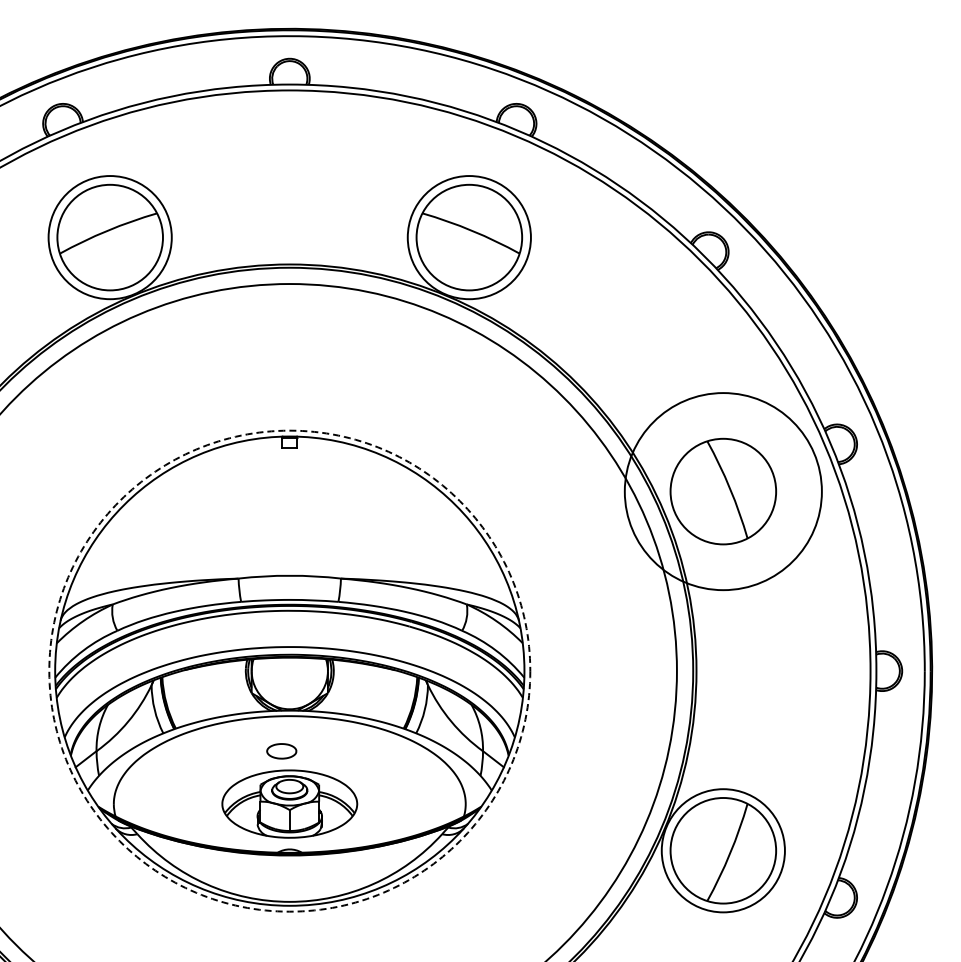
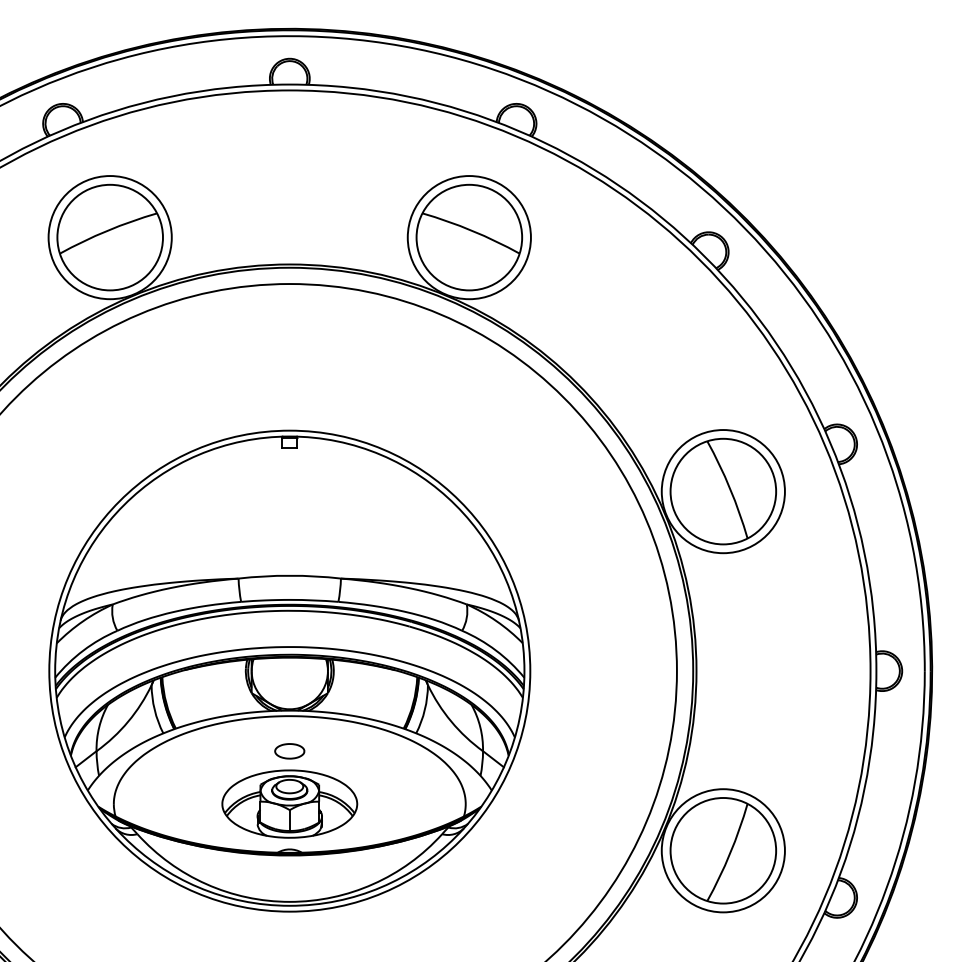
circle at (722, 491) diameter: 197 px -> 123 px
circle at (289, 670): dashed -> solid
part at (281, 751) position: (281, 751) -> (289, 751)
